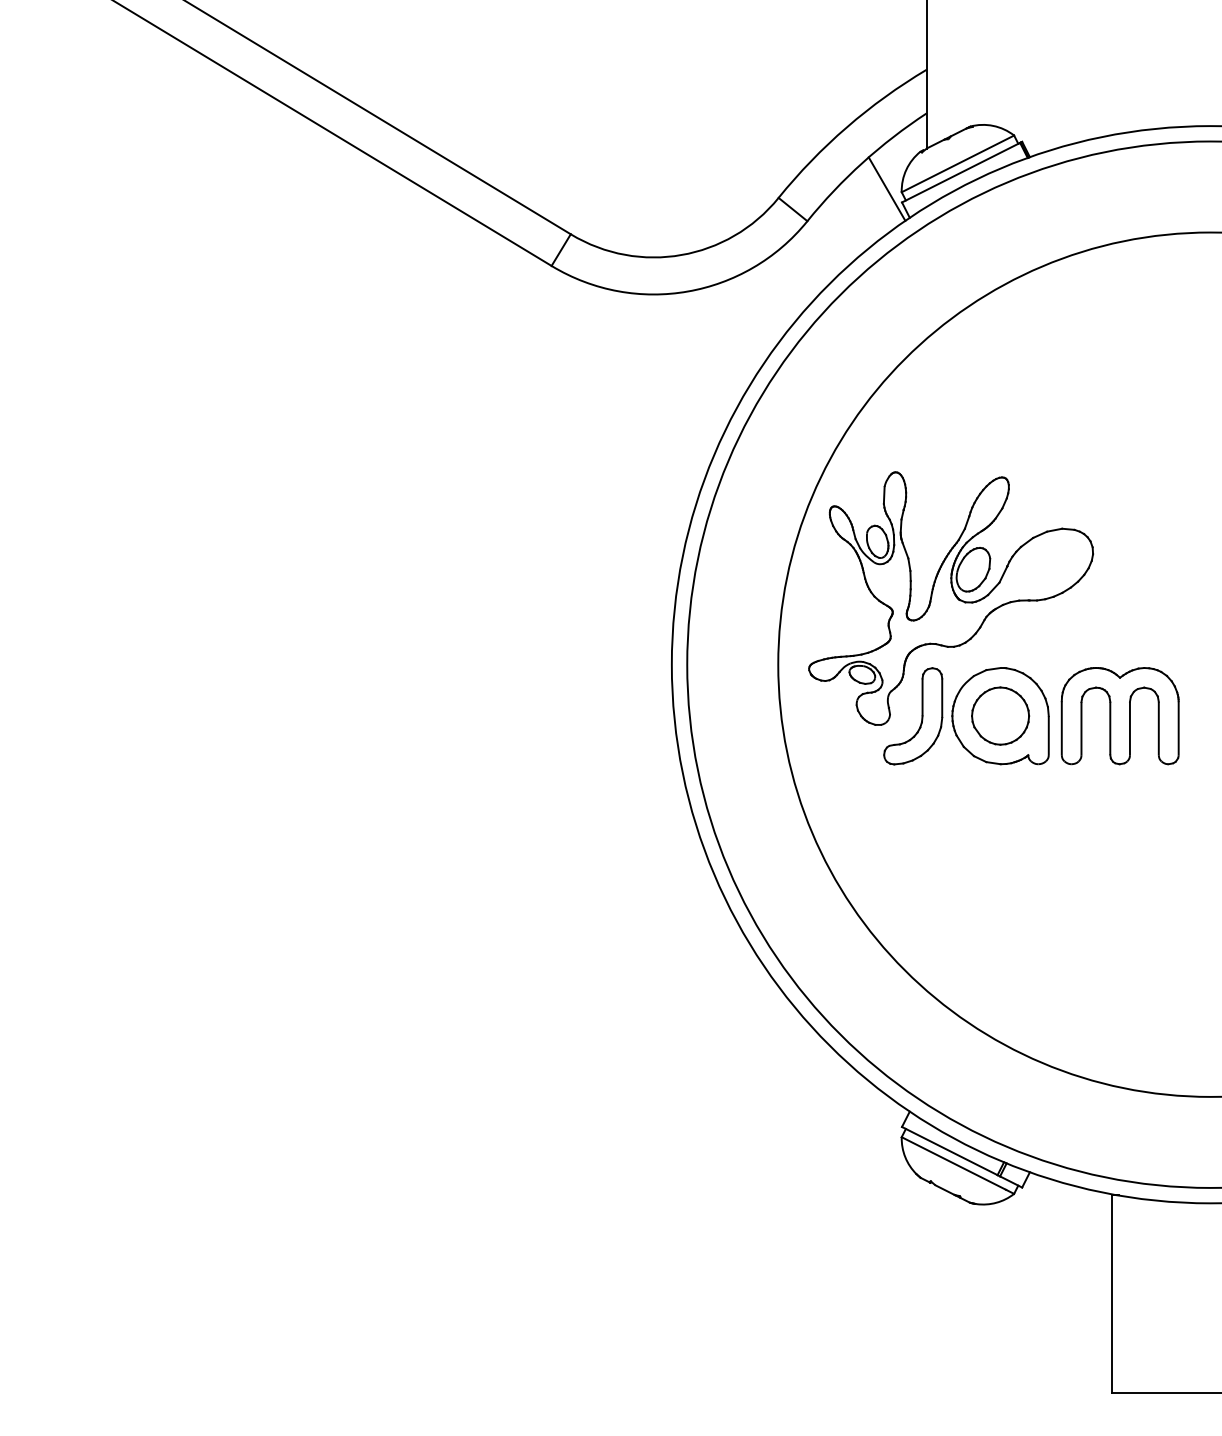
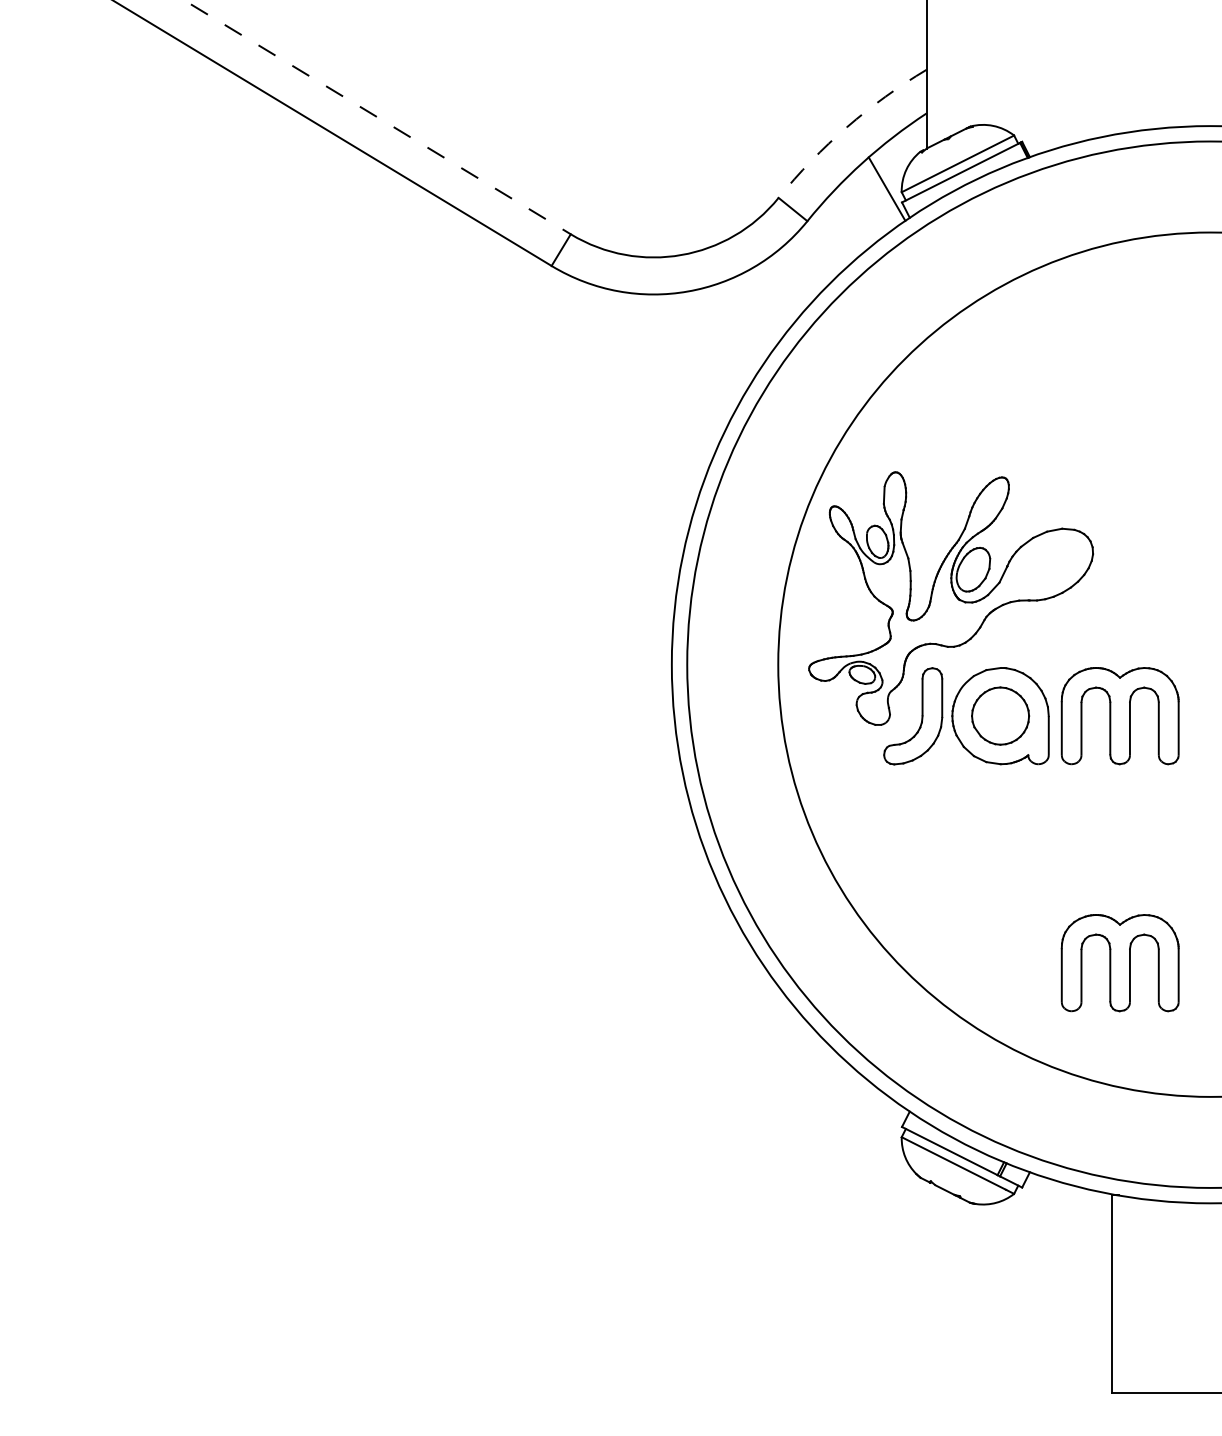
line at (377, 117): solid -> dashed
arc at (846, 127): solid -> dashed
part at (1119, 963): none -> present
